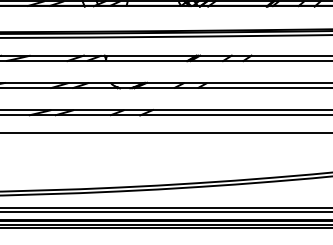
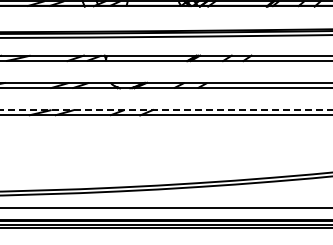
line at (166, 110): solid -> dashed
line at (165, 132): present -> none
line at (165, 212): present -> none
